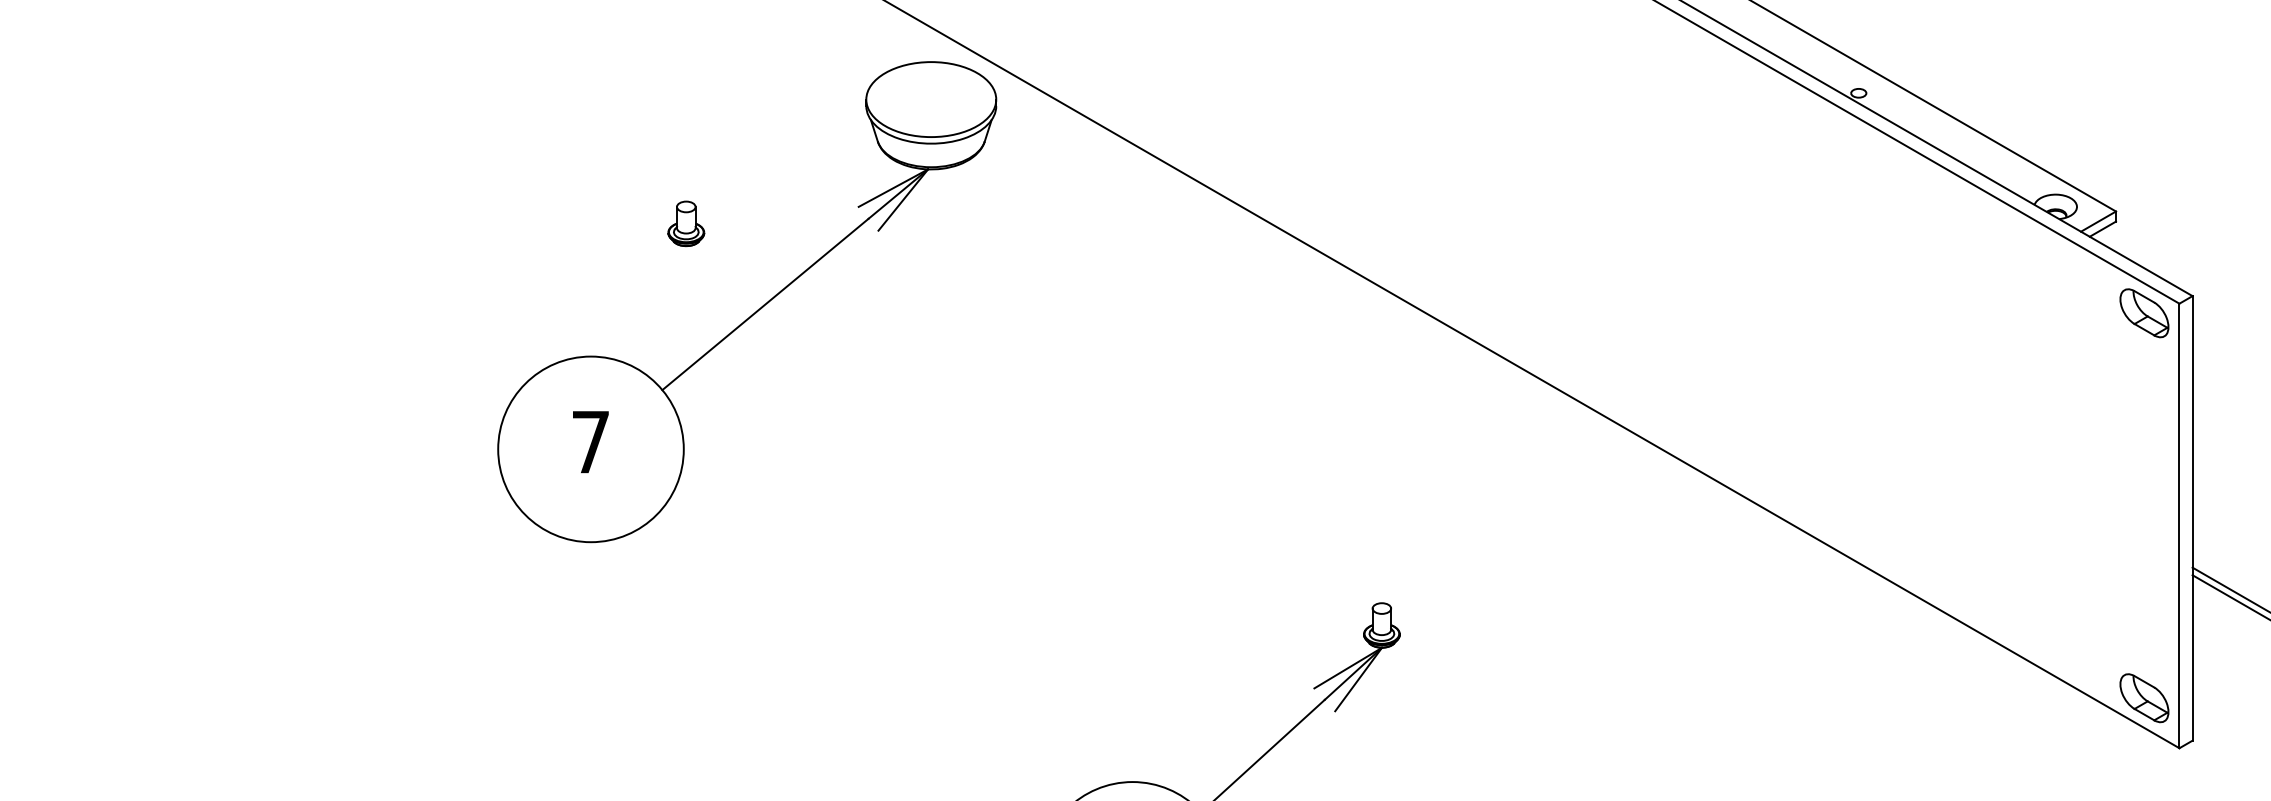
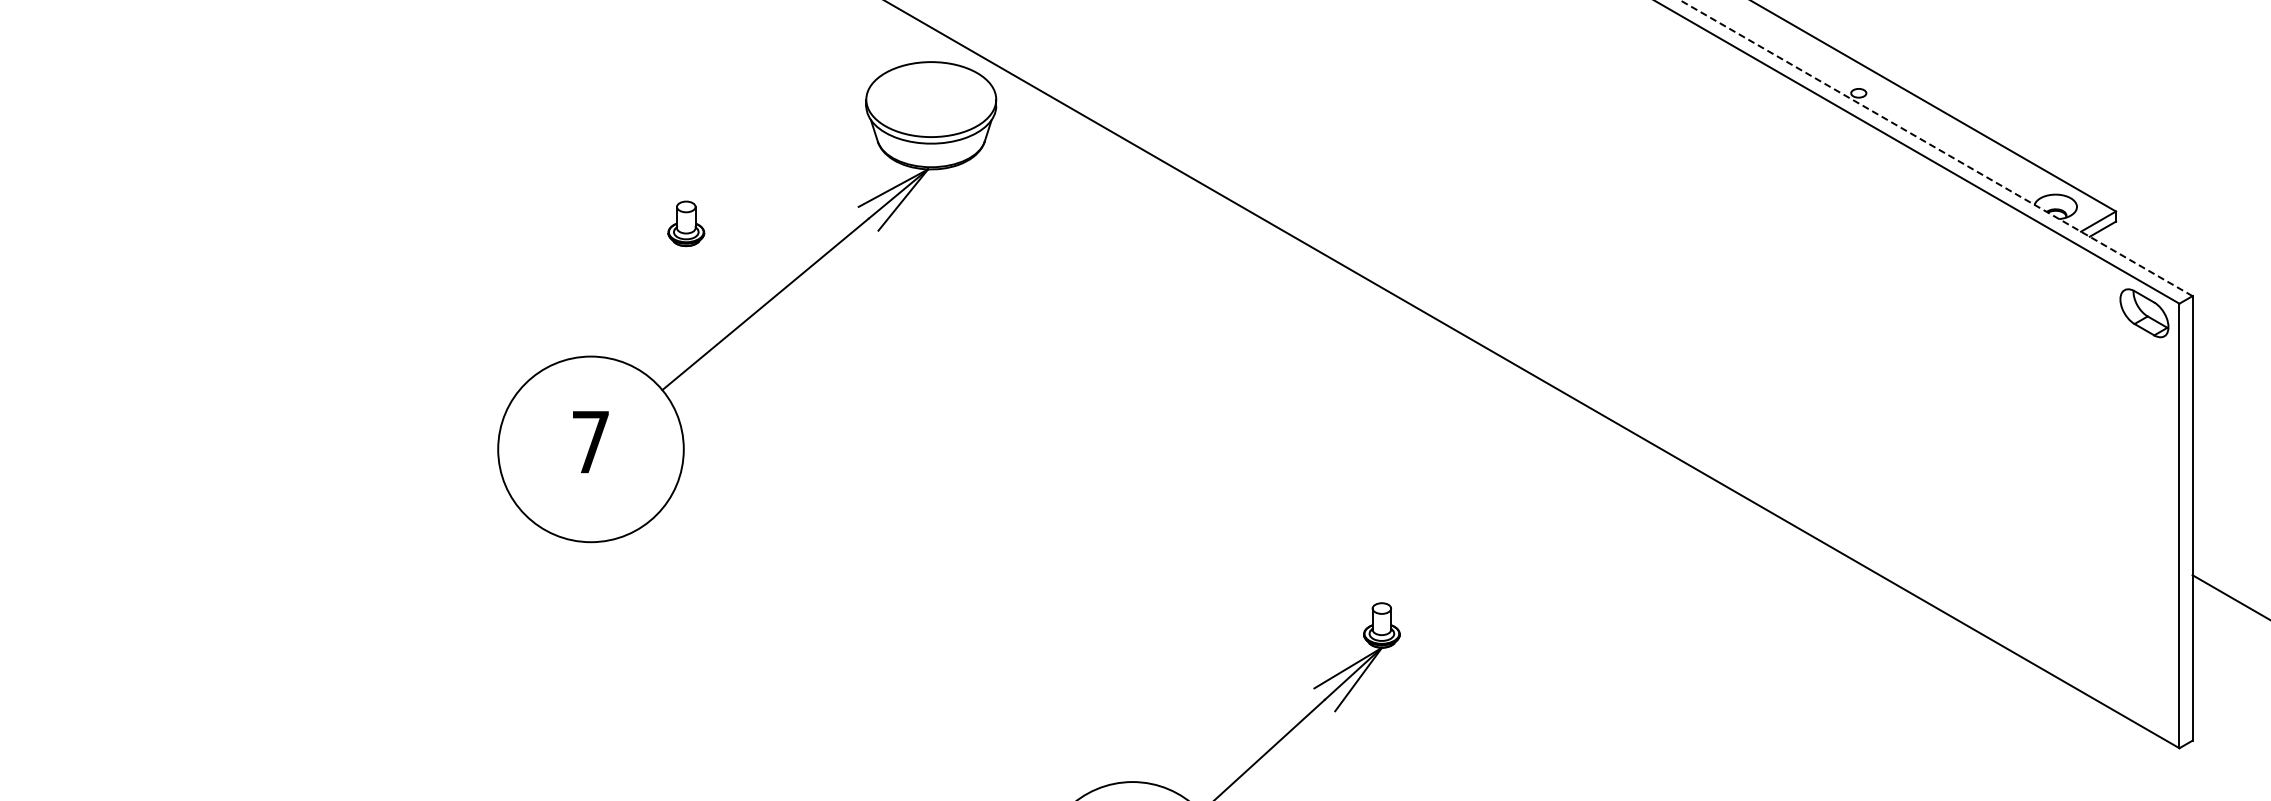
line at (1936, 148): solid -> dashed
line at (2229, 588): present -> none
part at (2144, 698): present -> none
